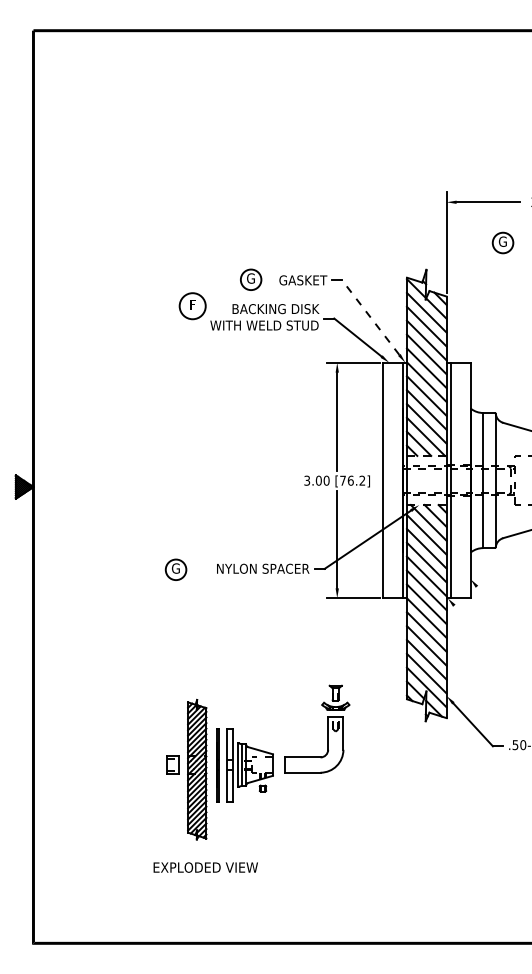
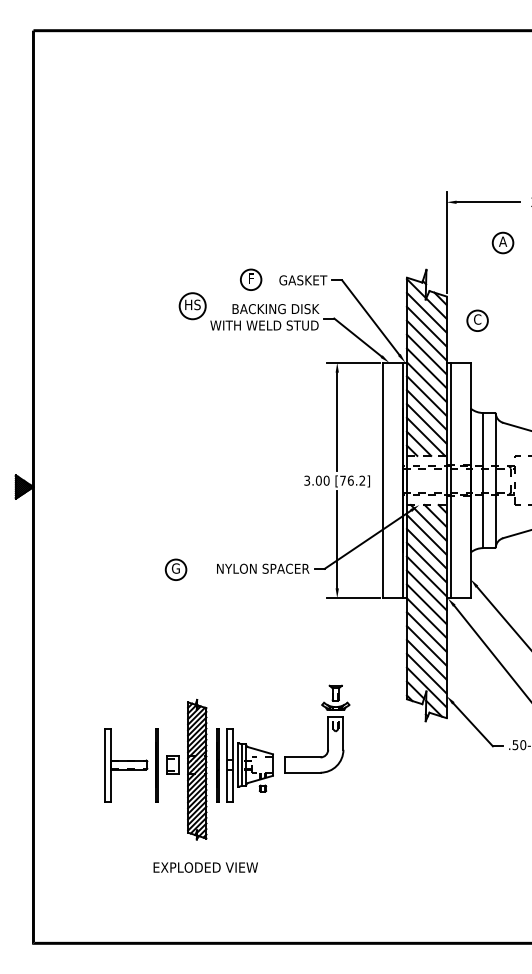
text at (502, 241): G -> A
text at (250, 278): G -> F
text at (192, 304): F -> HS
line at (370, 317): dashed -> solid
part at (477, 320): none -> present
line at (502, 616): none -> present
line at (491, 651): none -> present
part at (131, 765): none -> present
